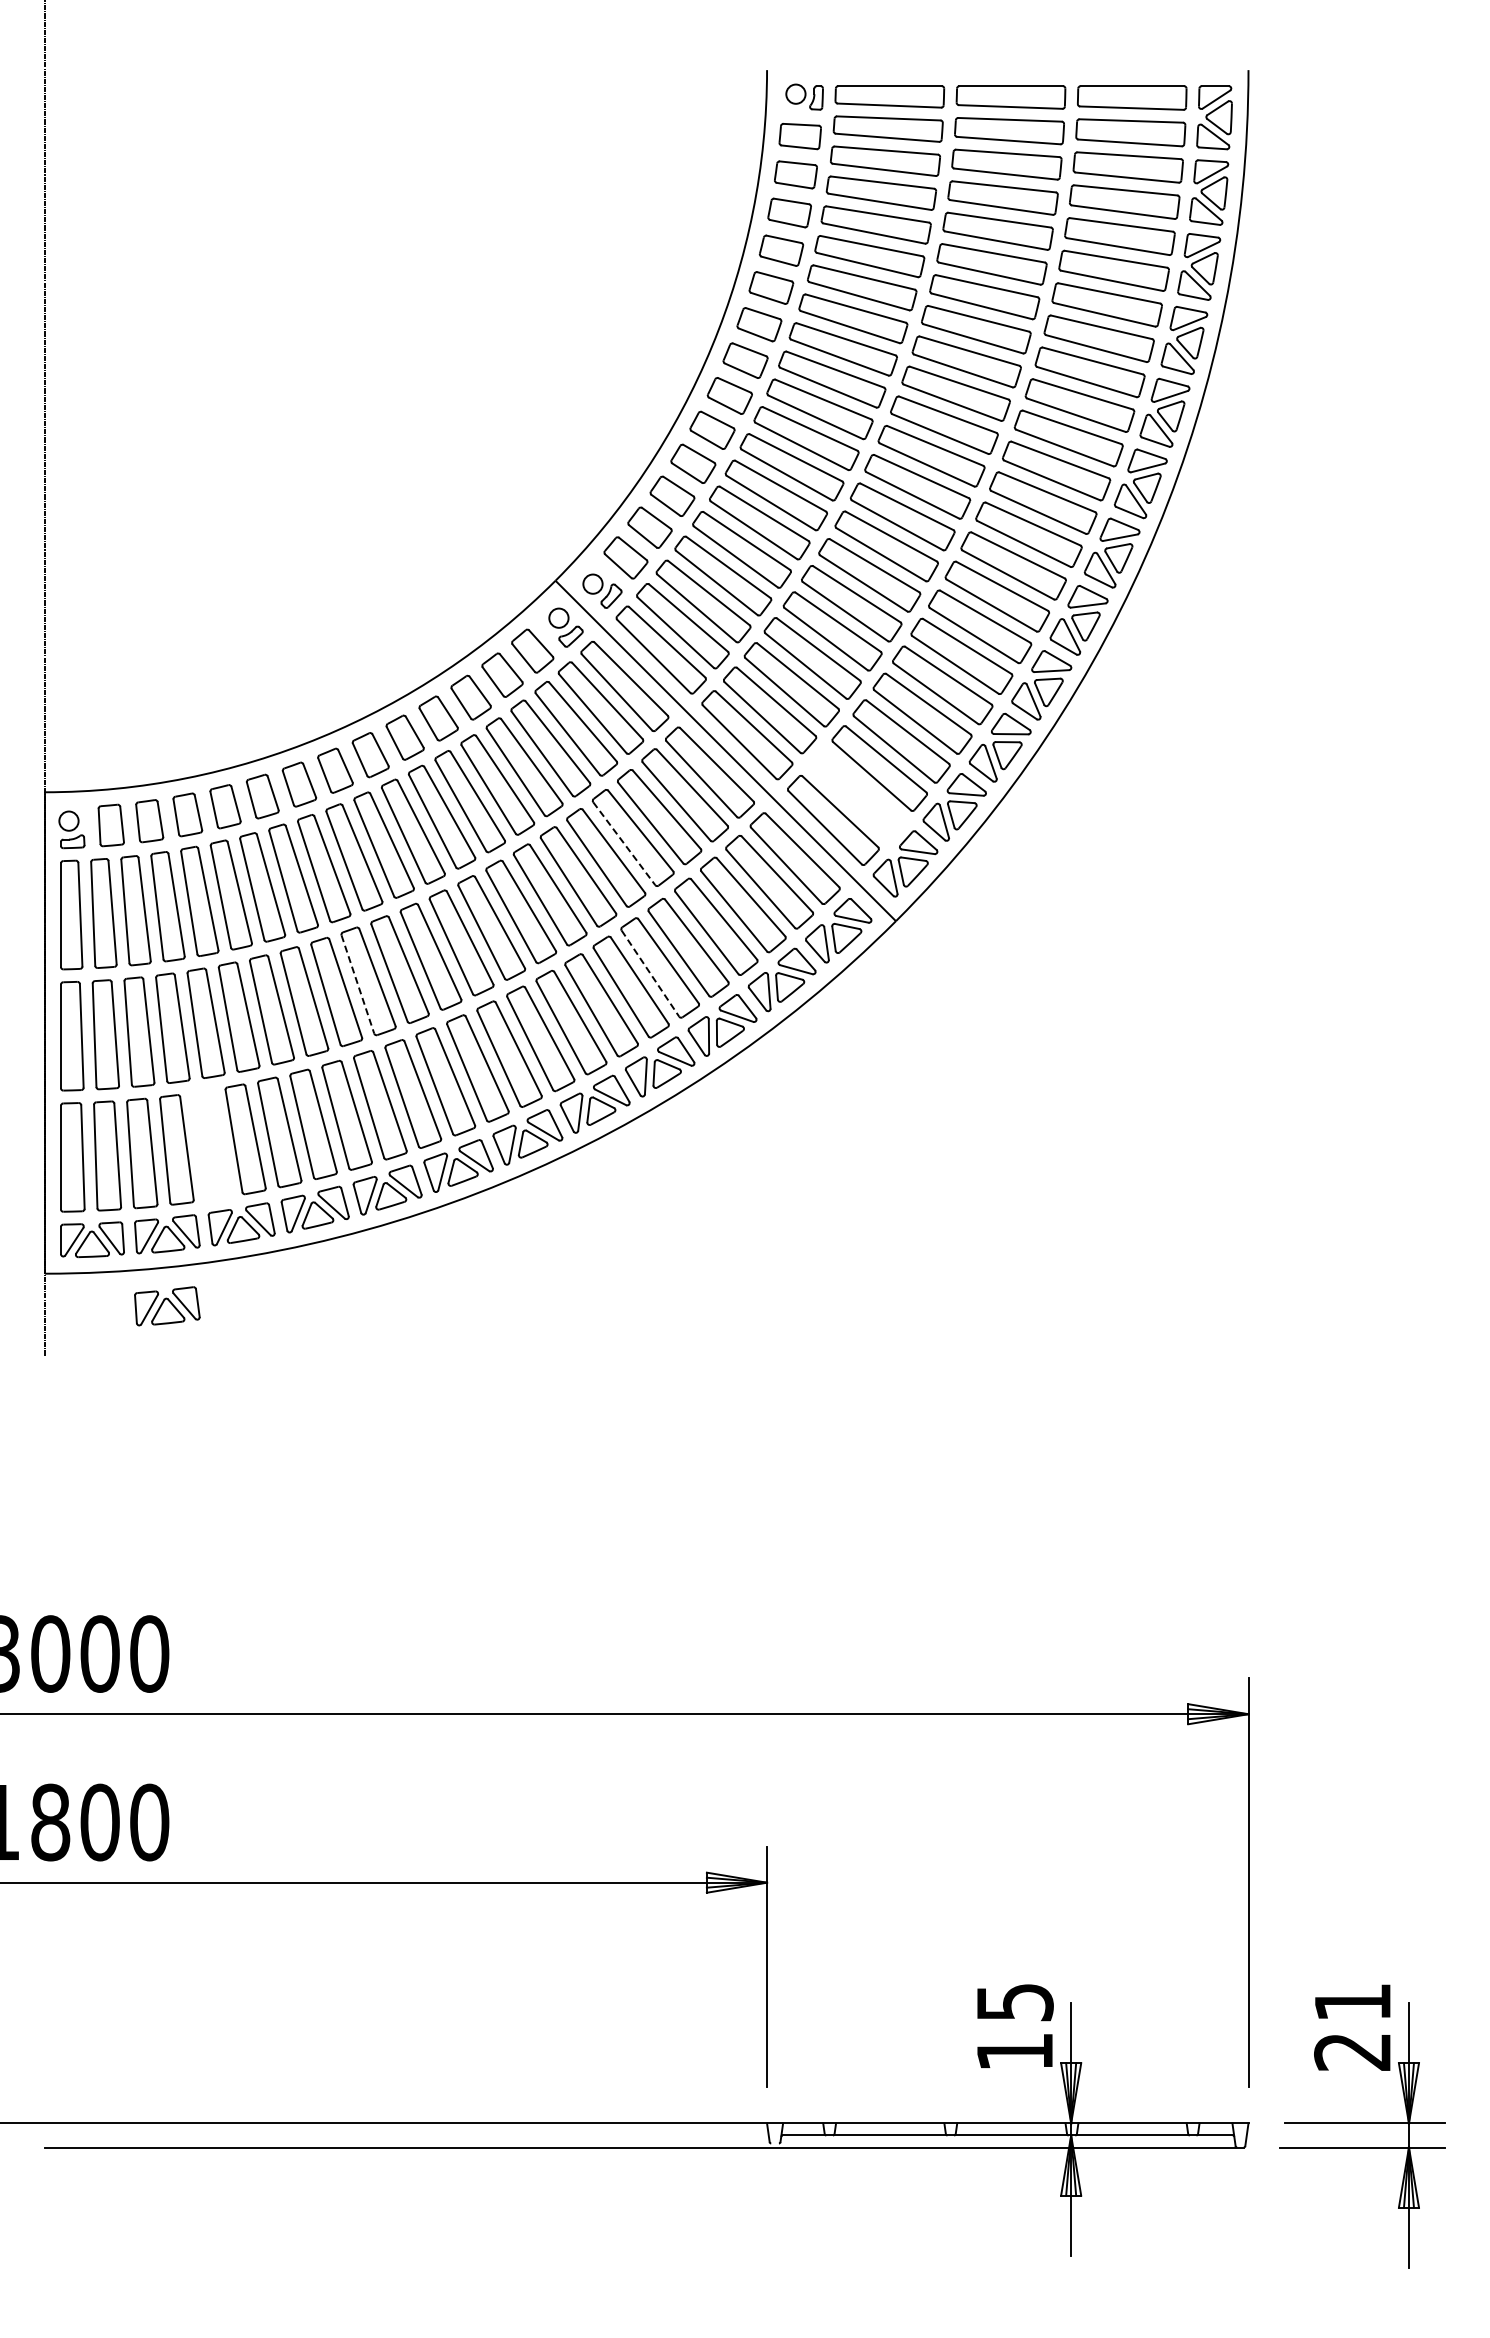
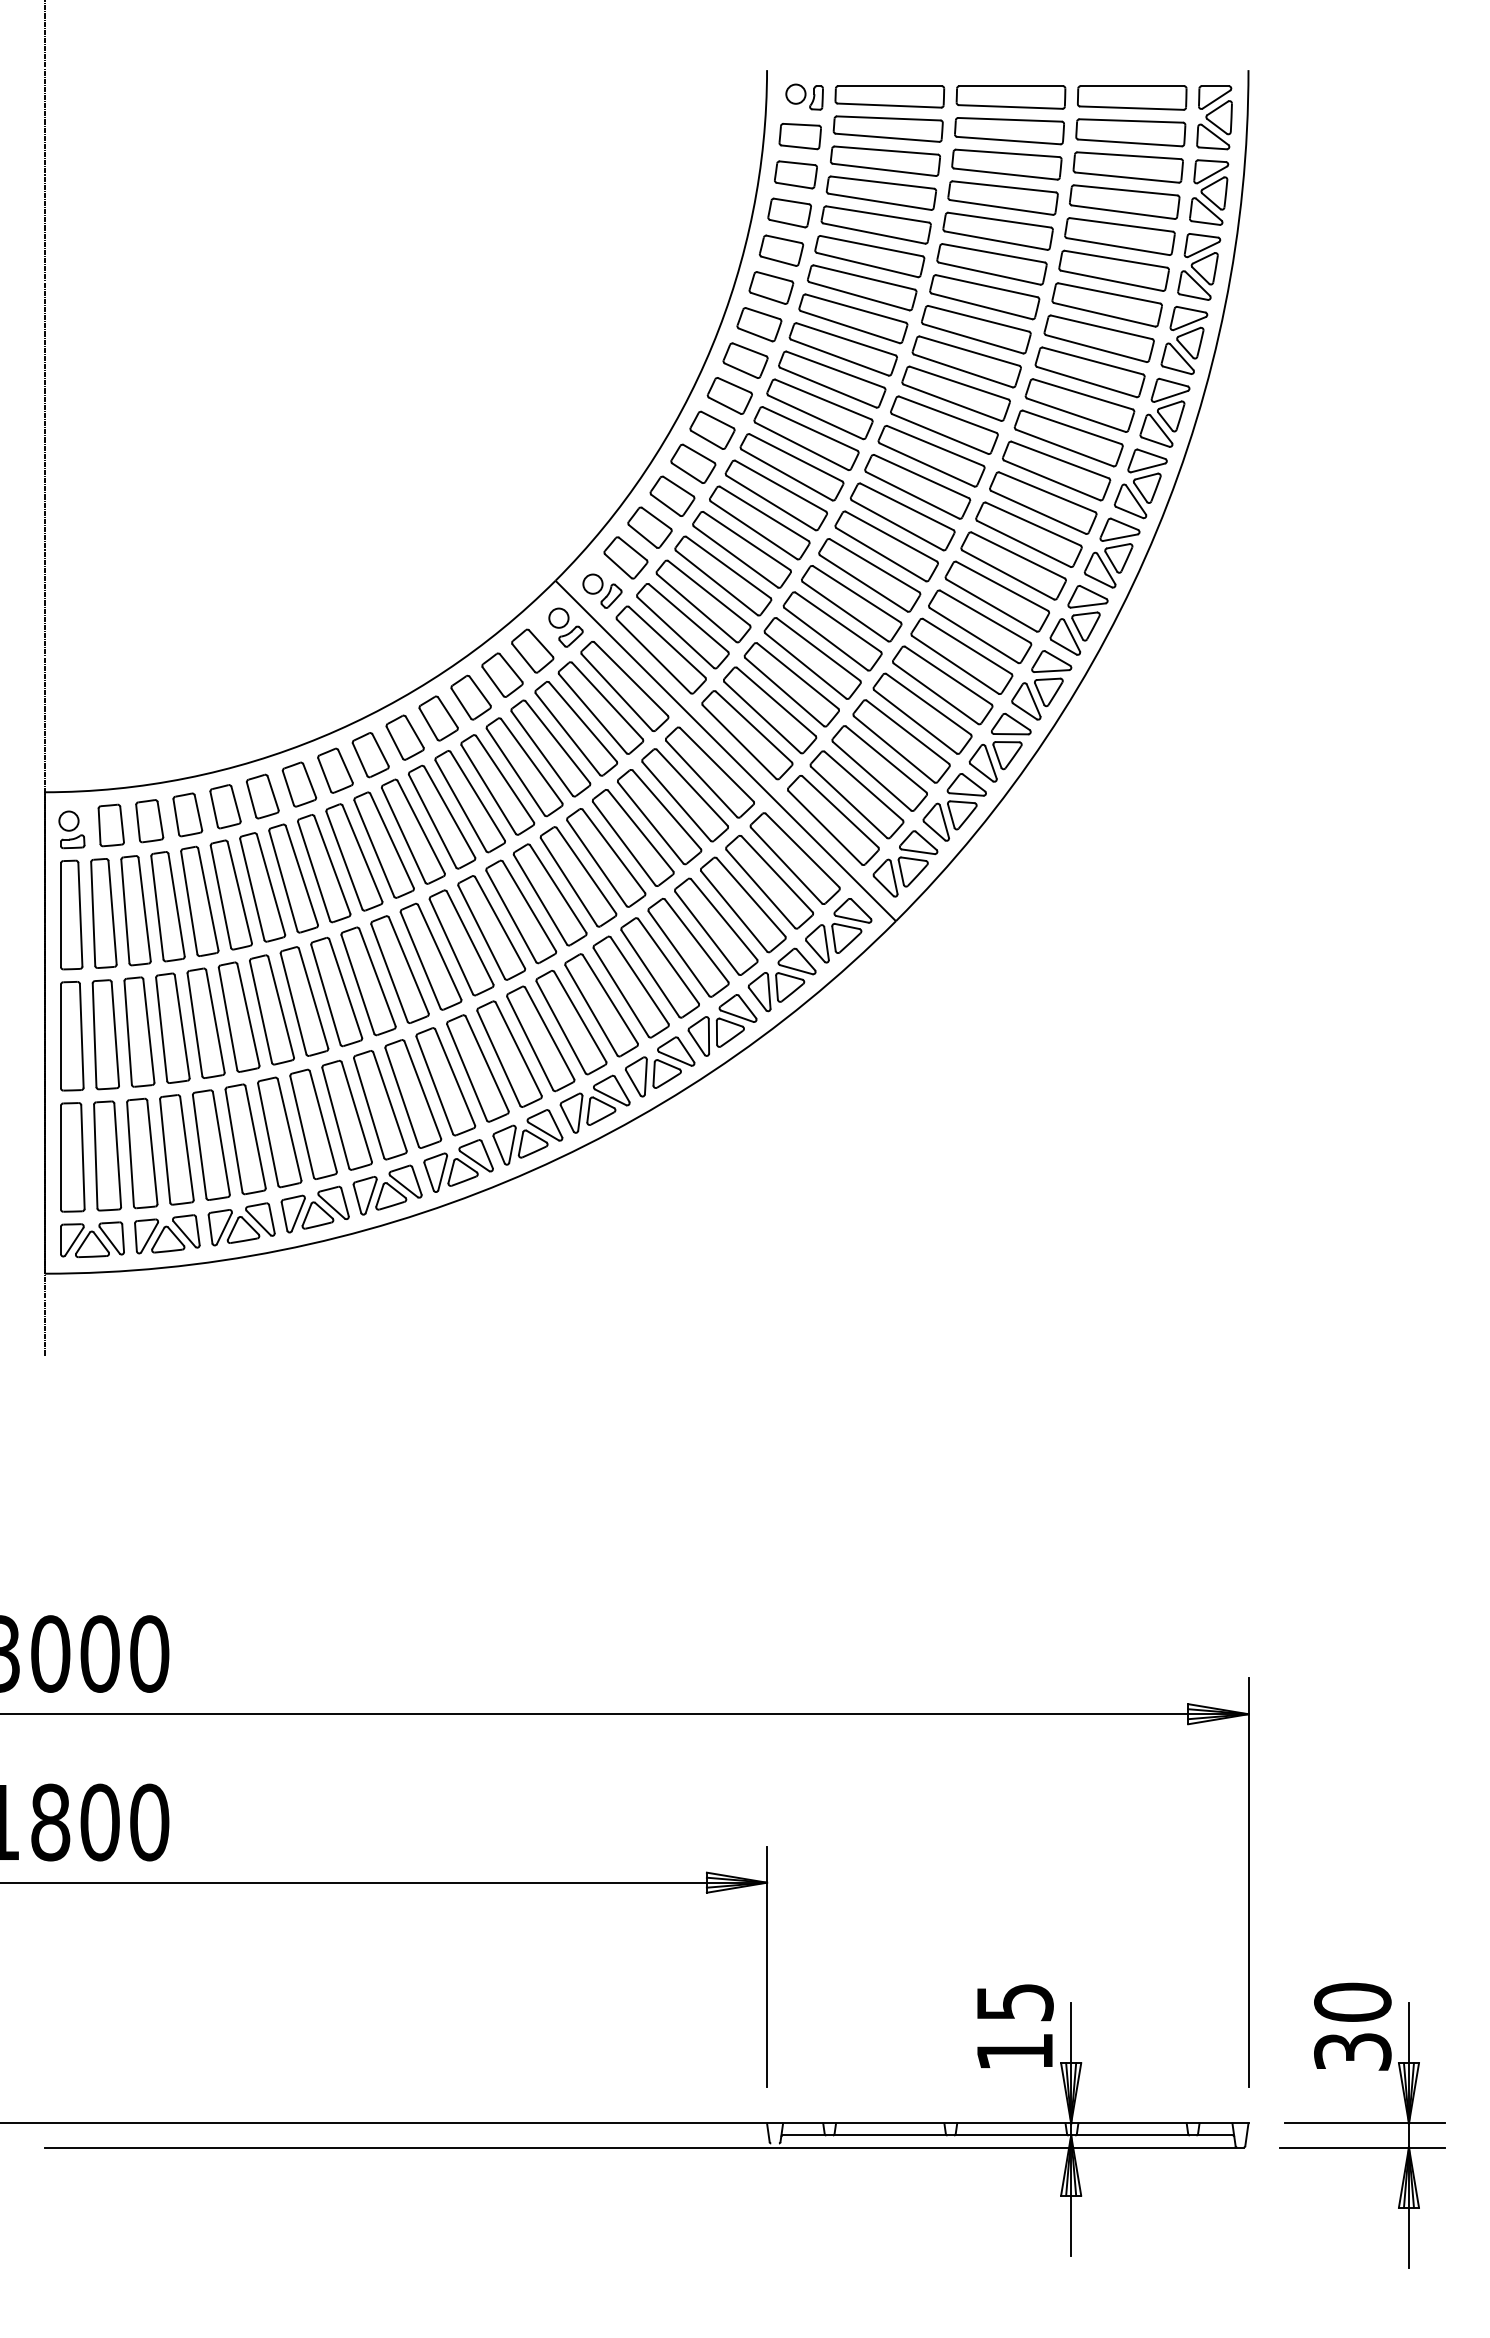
part at (856, 794): none -> present
line at (624, 843): dashed -> solid
line at (650, 973): dashed -> solid
line at (357, 984): dashed -> solid
part at (211, 1144): none -> present
part at (167, 1306): present -> none
text at (1352, 2026): 21 -> 30
